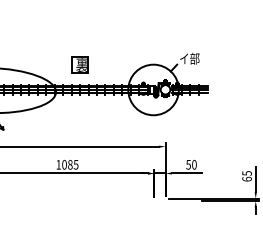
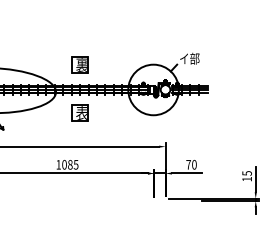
part at (79, 112): none -> present
text at (188, 164): 50 -> 70
text at (246, 178): 65 -> 15
